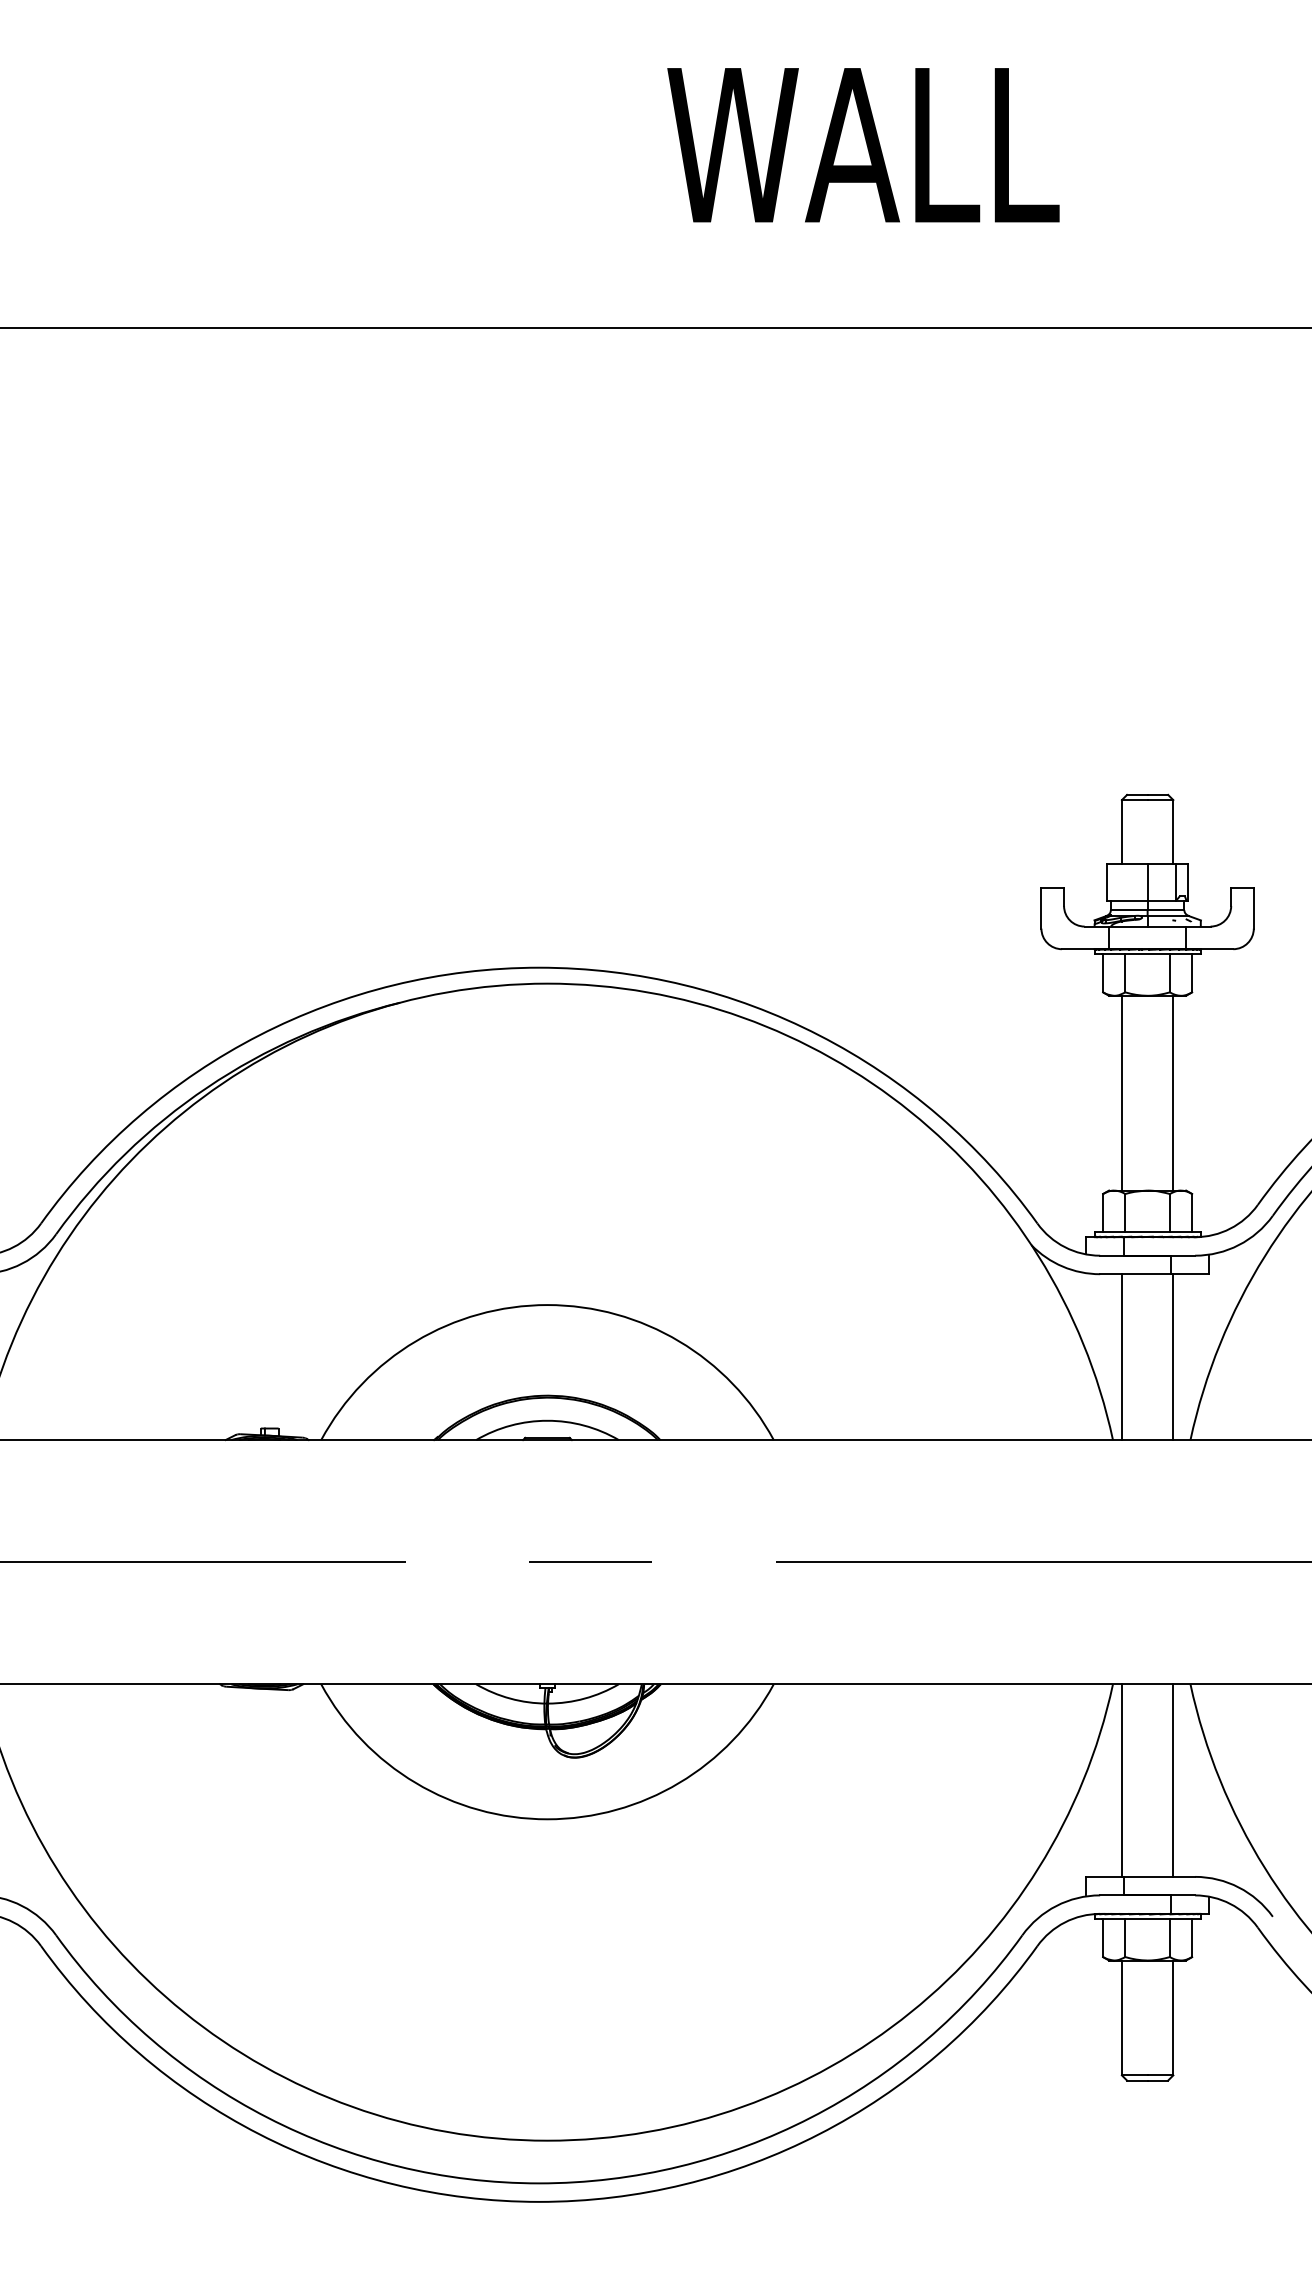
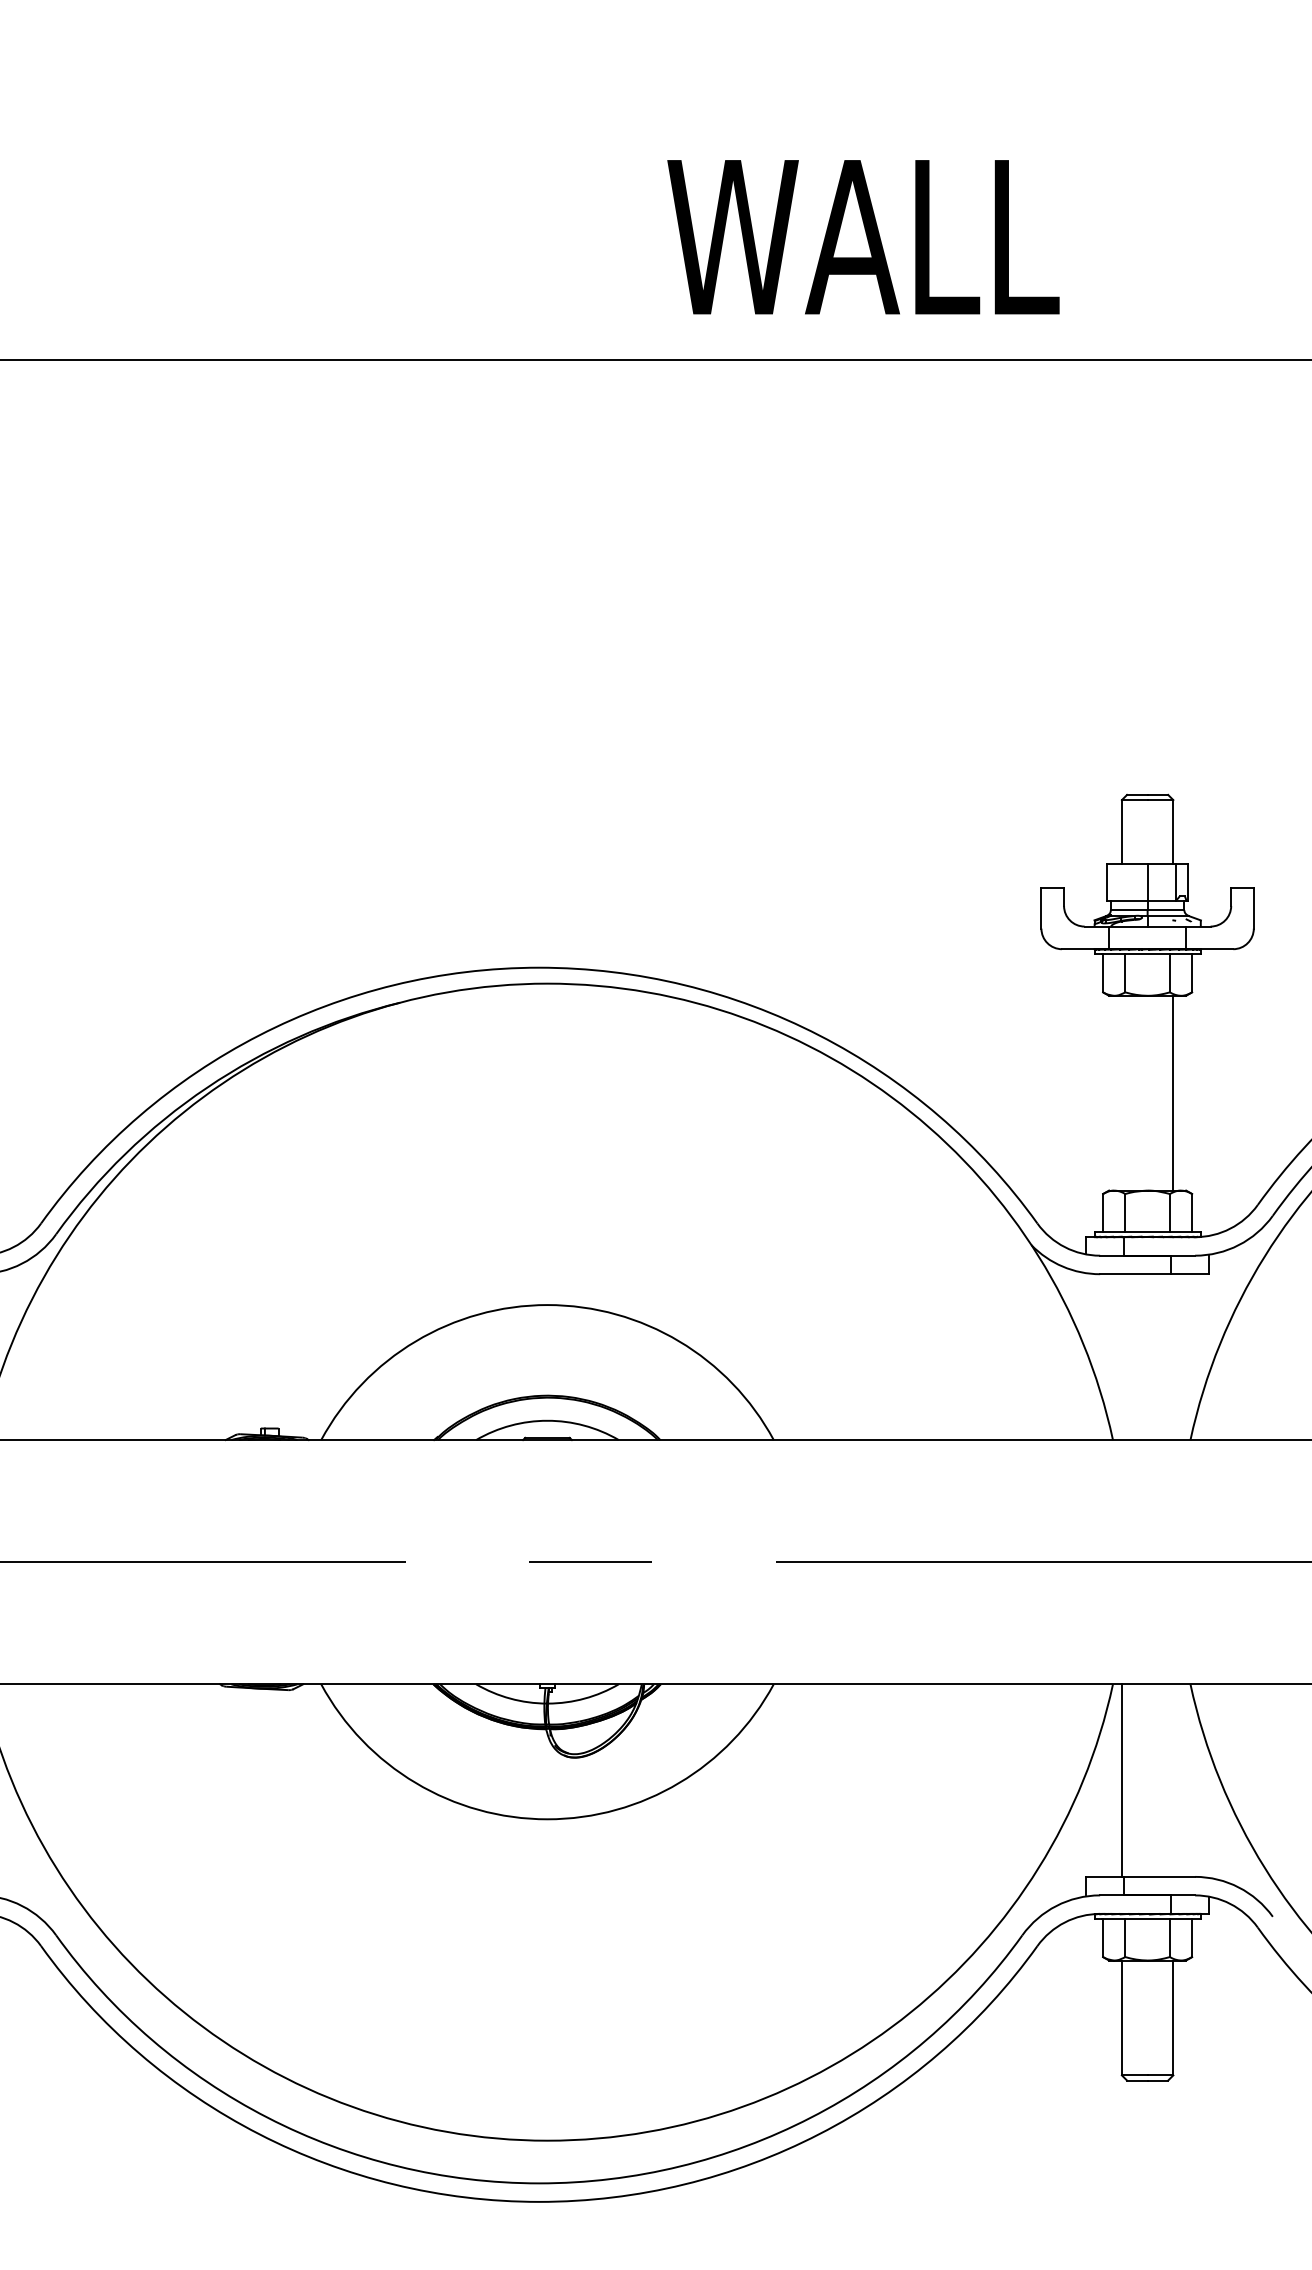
text at (863, 145) position: (863, 145) -> (863, 237)
line at (655, 328) position: (655, 328) -> (655, 360)
line at (1121, 1092): present -> none
line at (1121, 1357): present -> none
line at (1173, 1357): present -> none
line at (1173, 1780): present -> none
